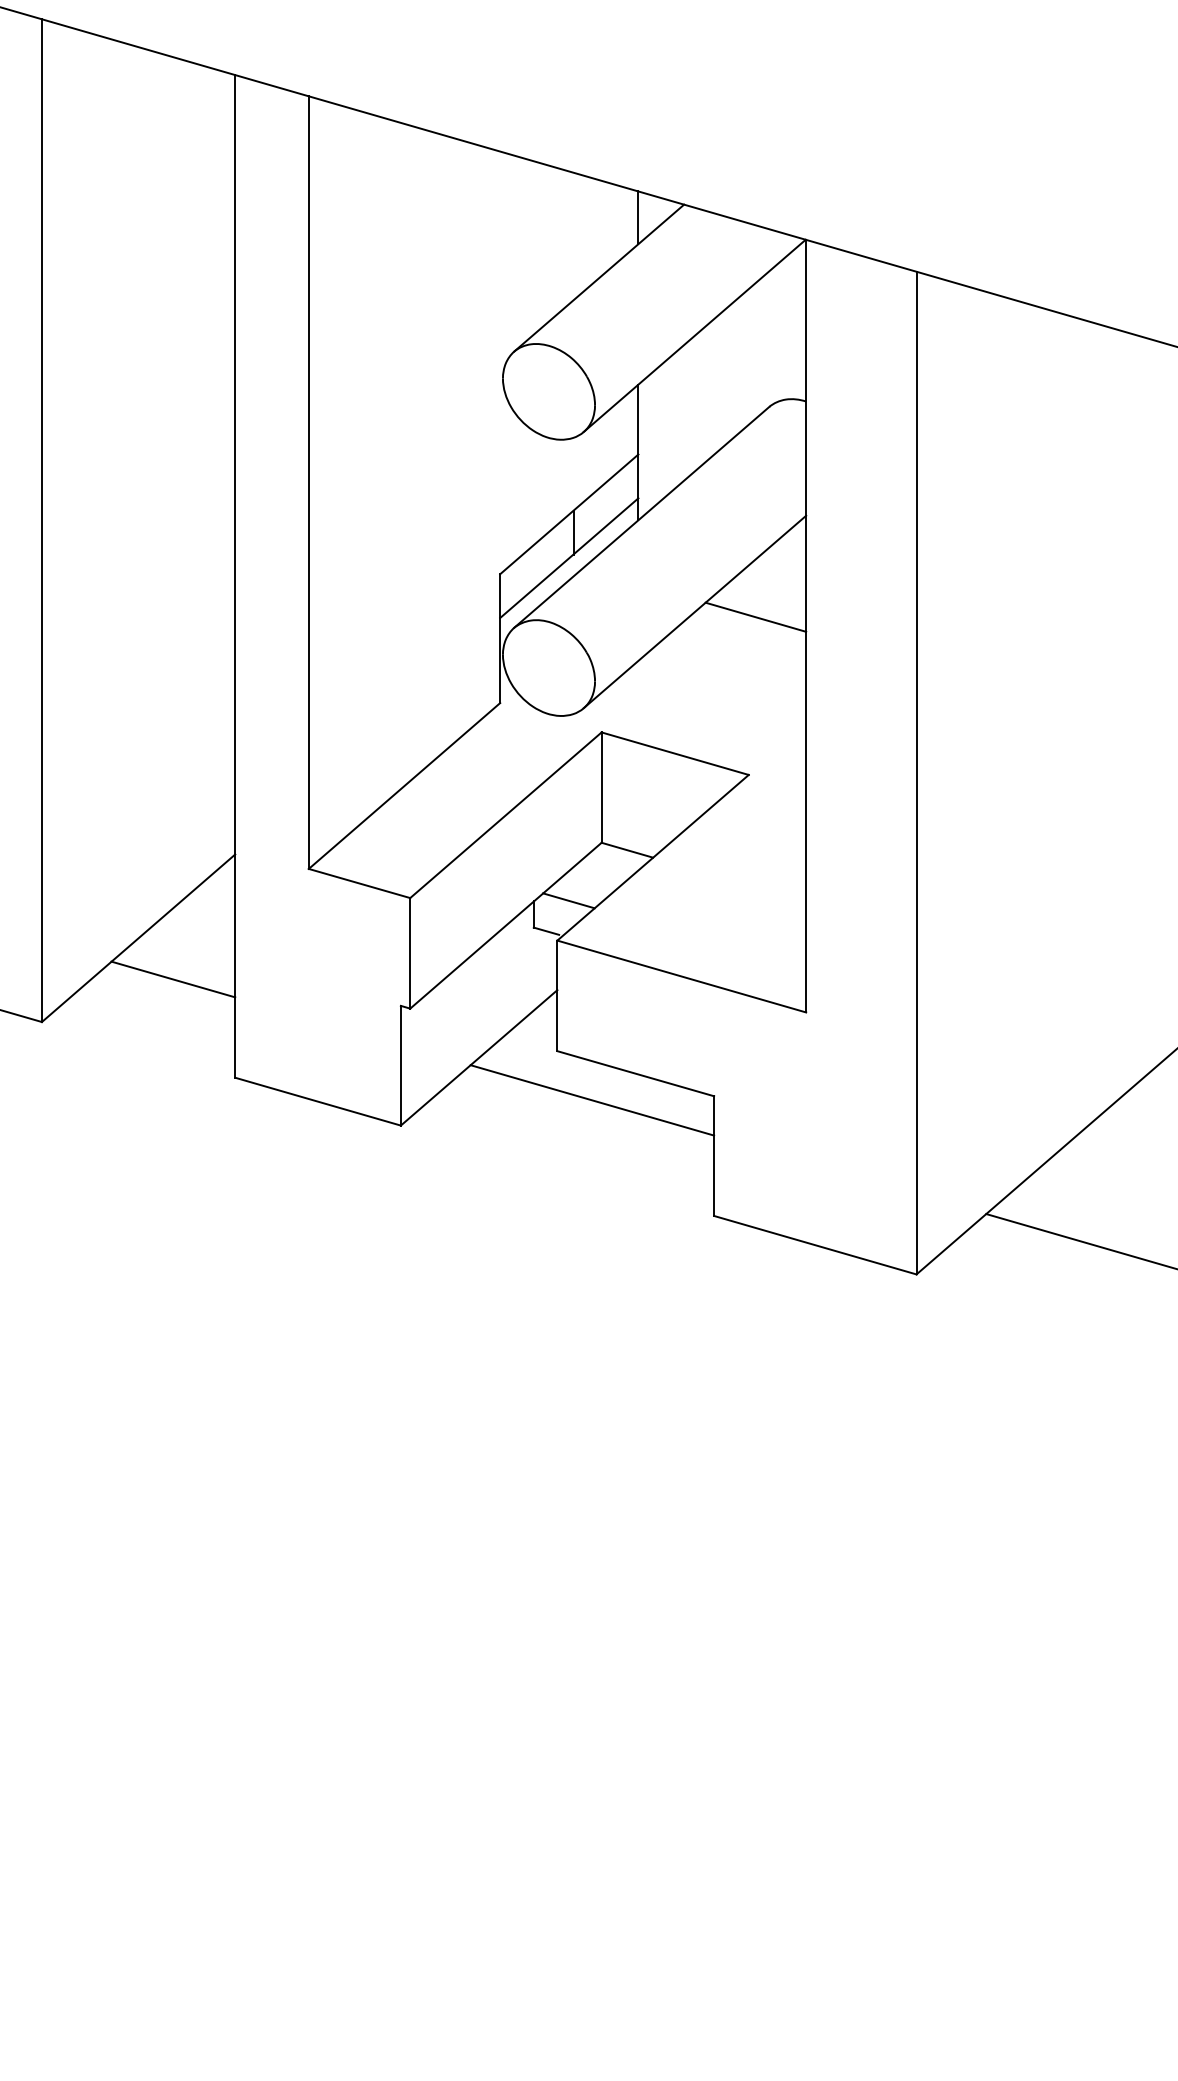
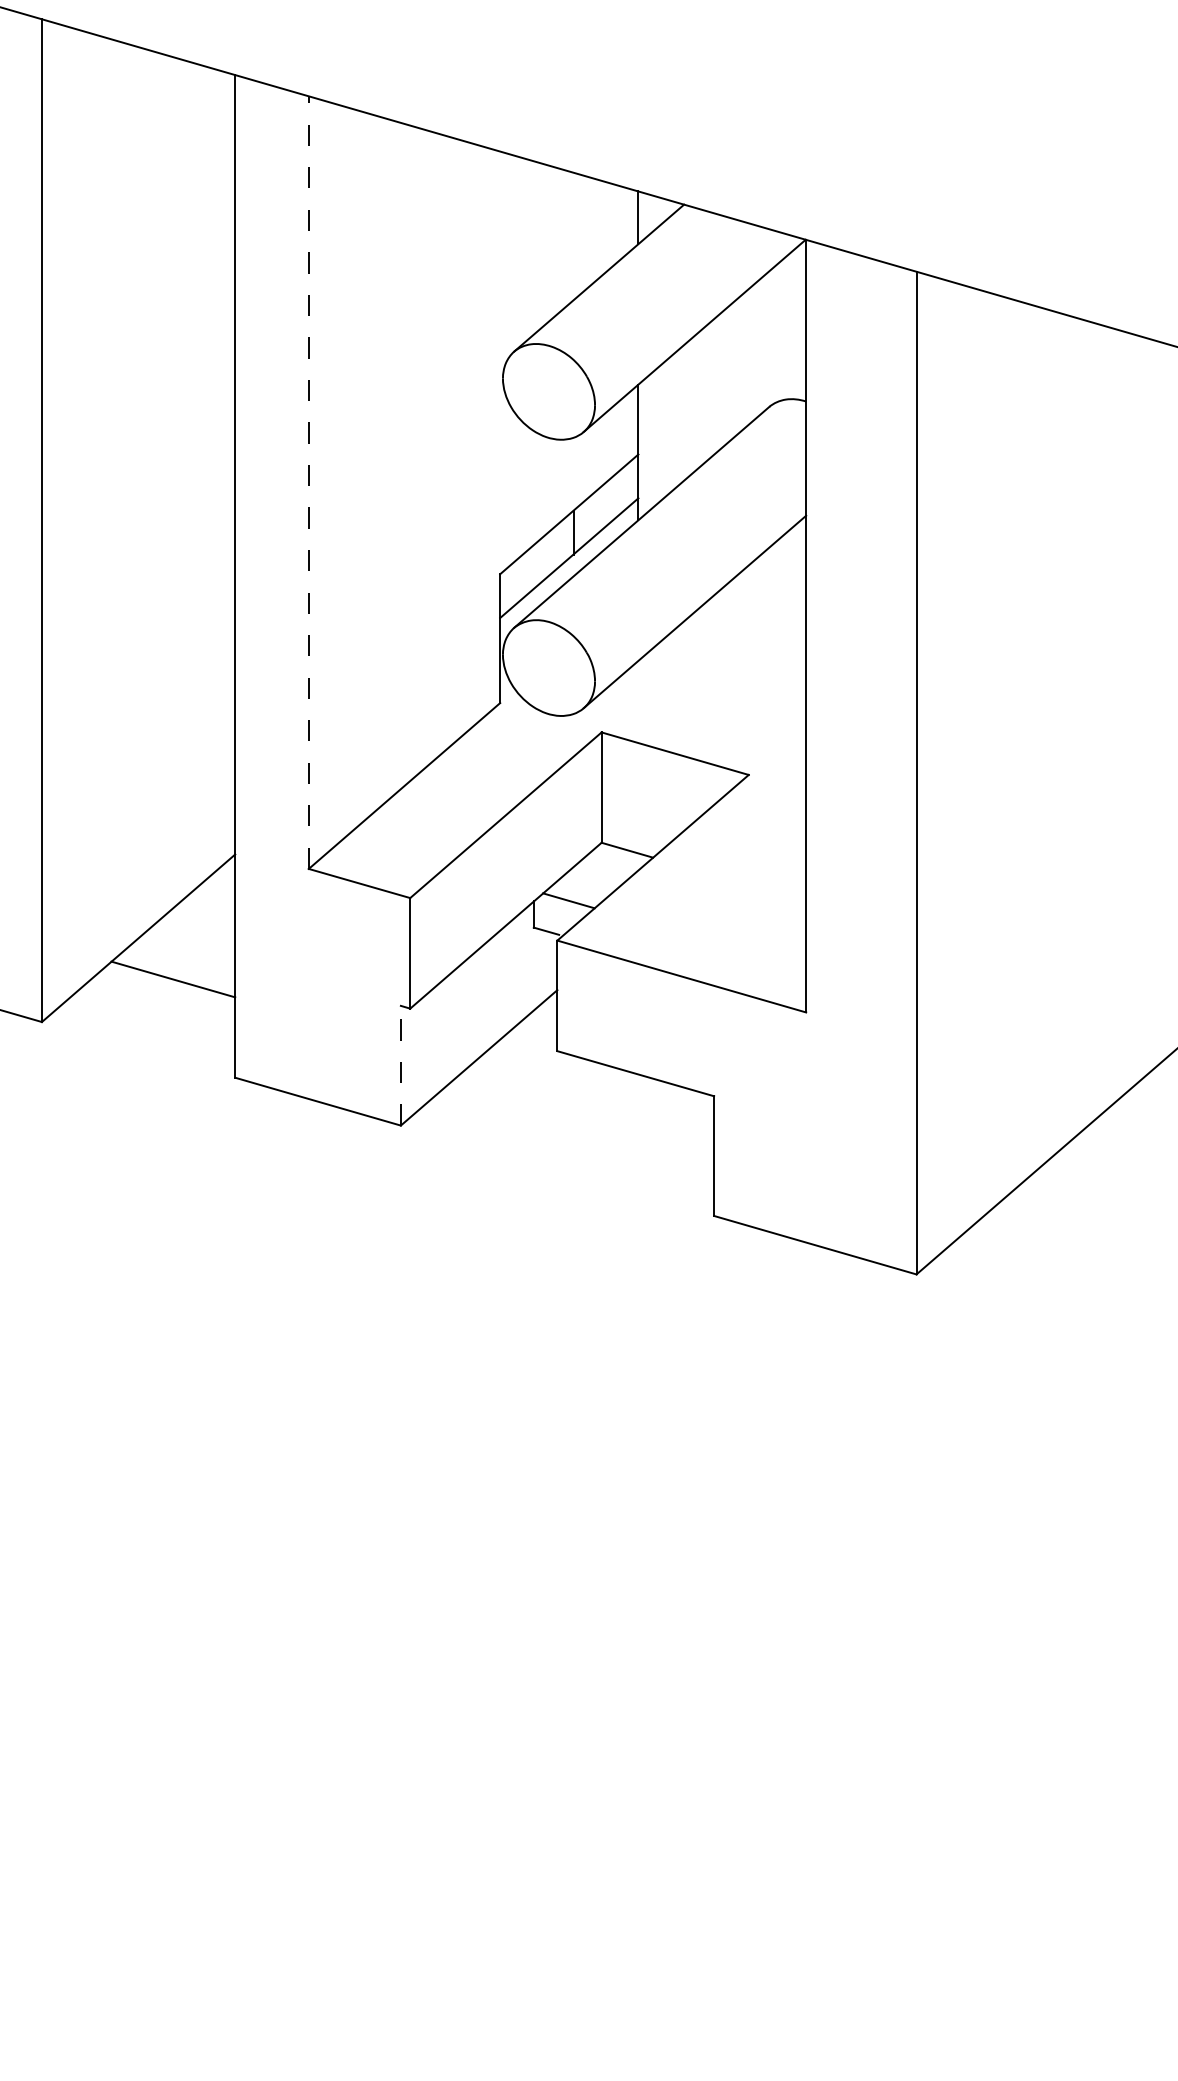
line at (308, 482): solid -> dashed
line at (755, 616): present -> none
line at (400, 1065): solid -> dashed
line at (592, 1100): present -> none
line at (1080, 1241): present -> none
